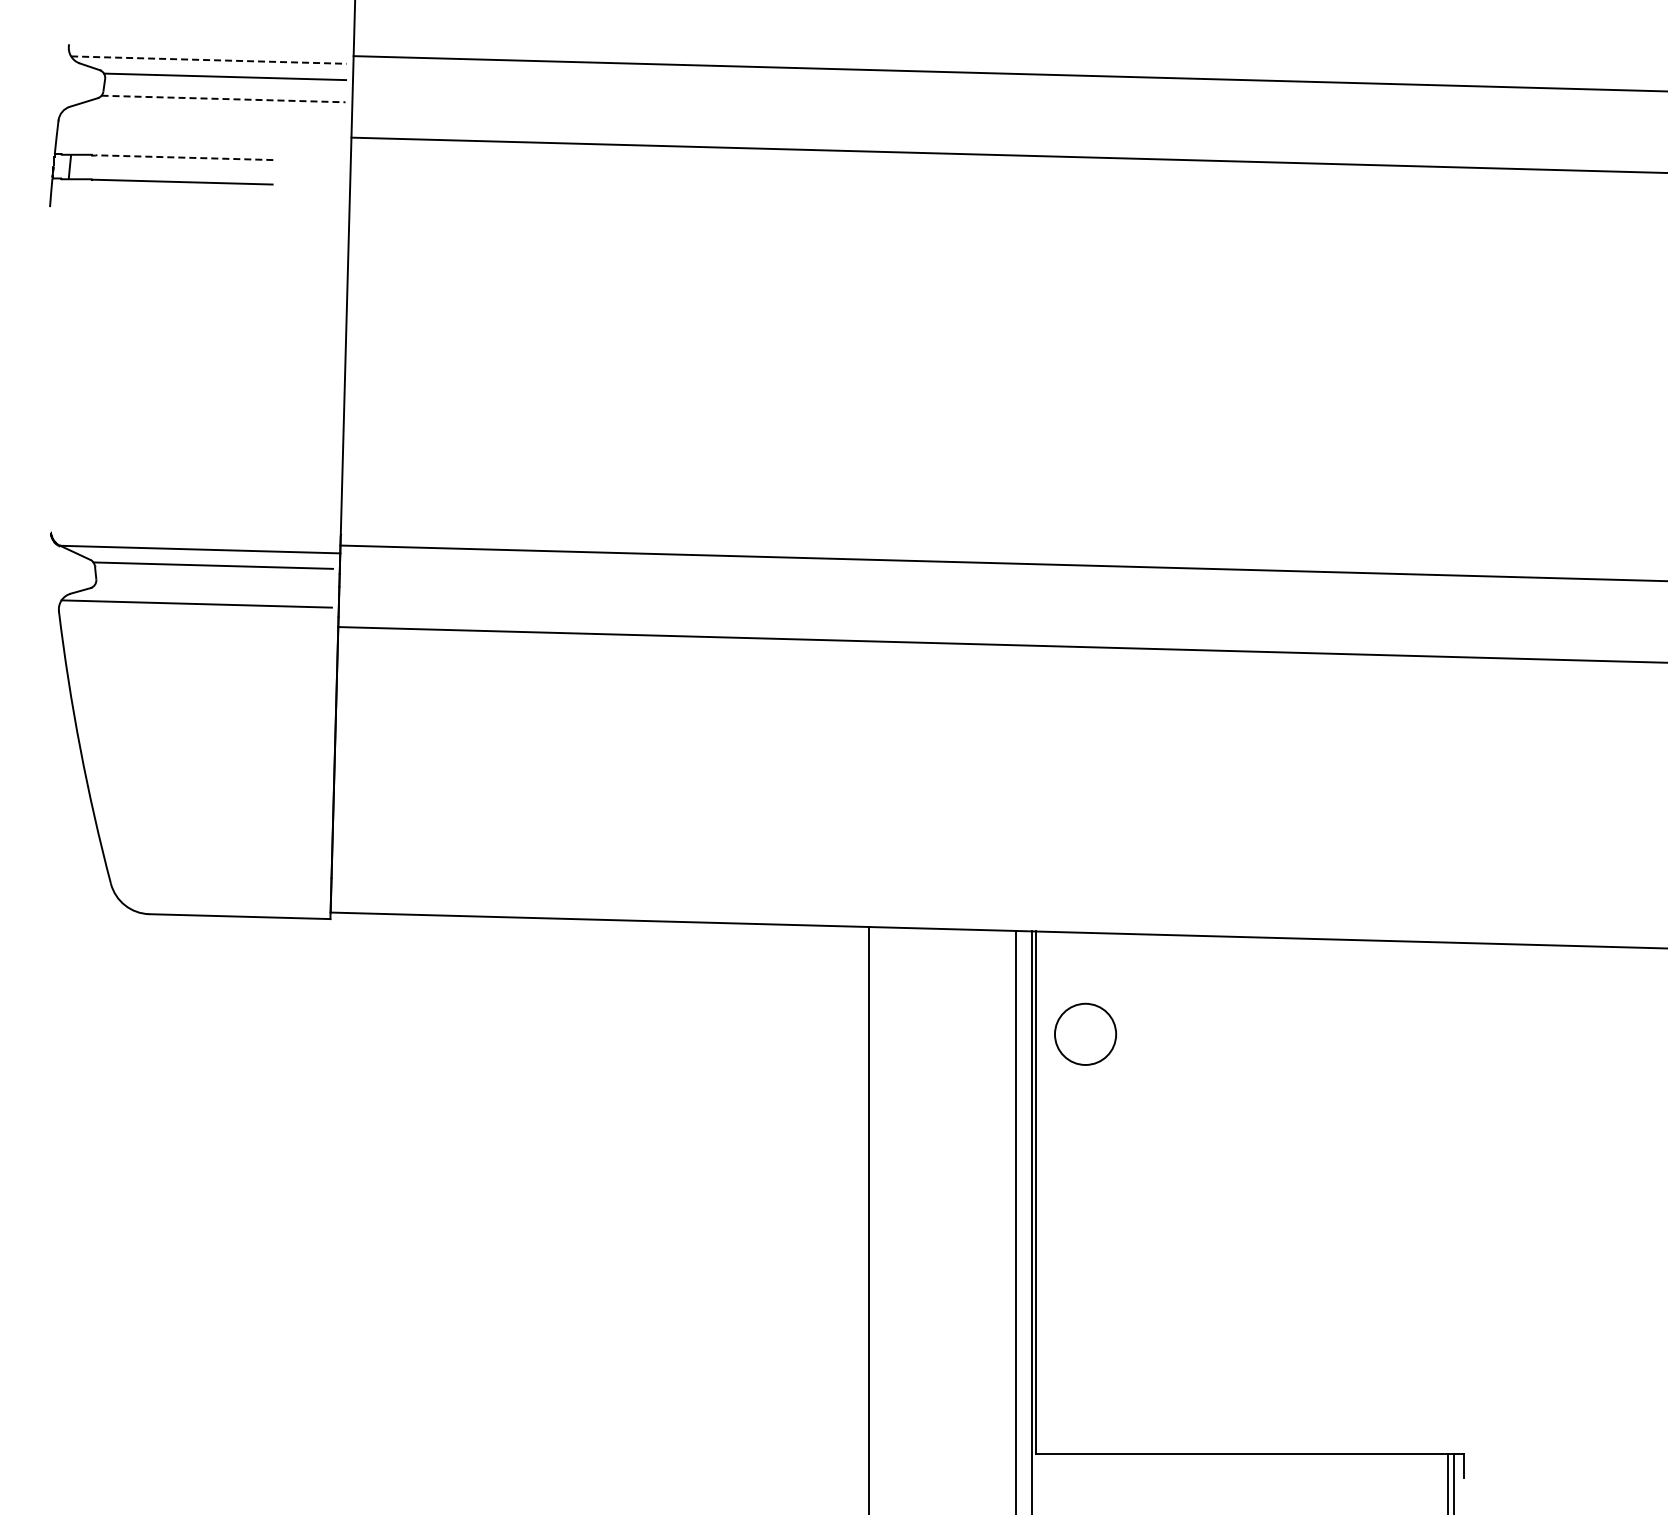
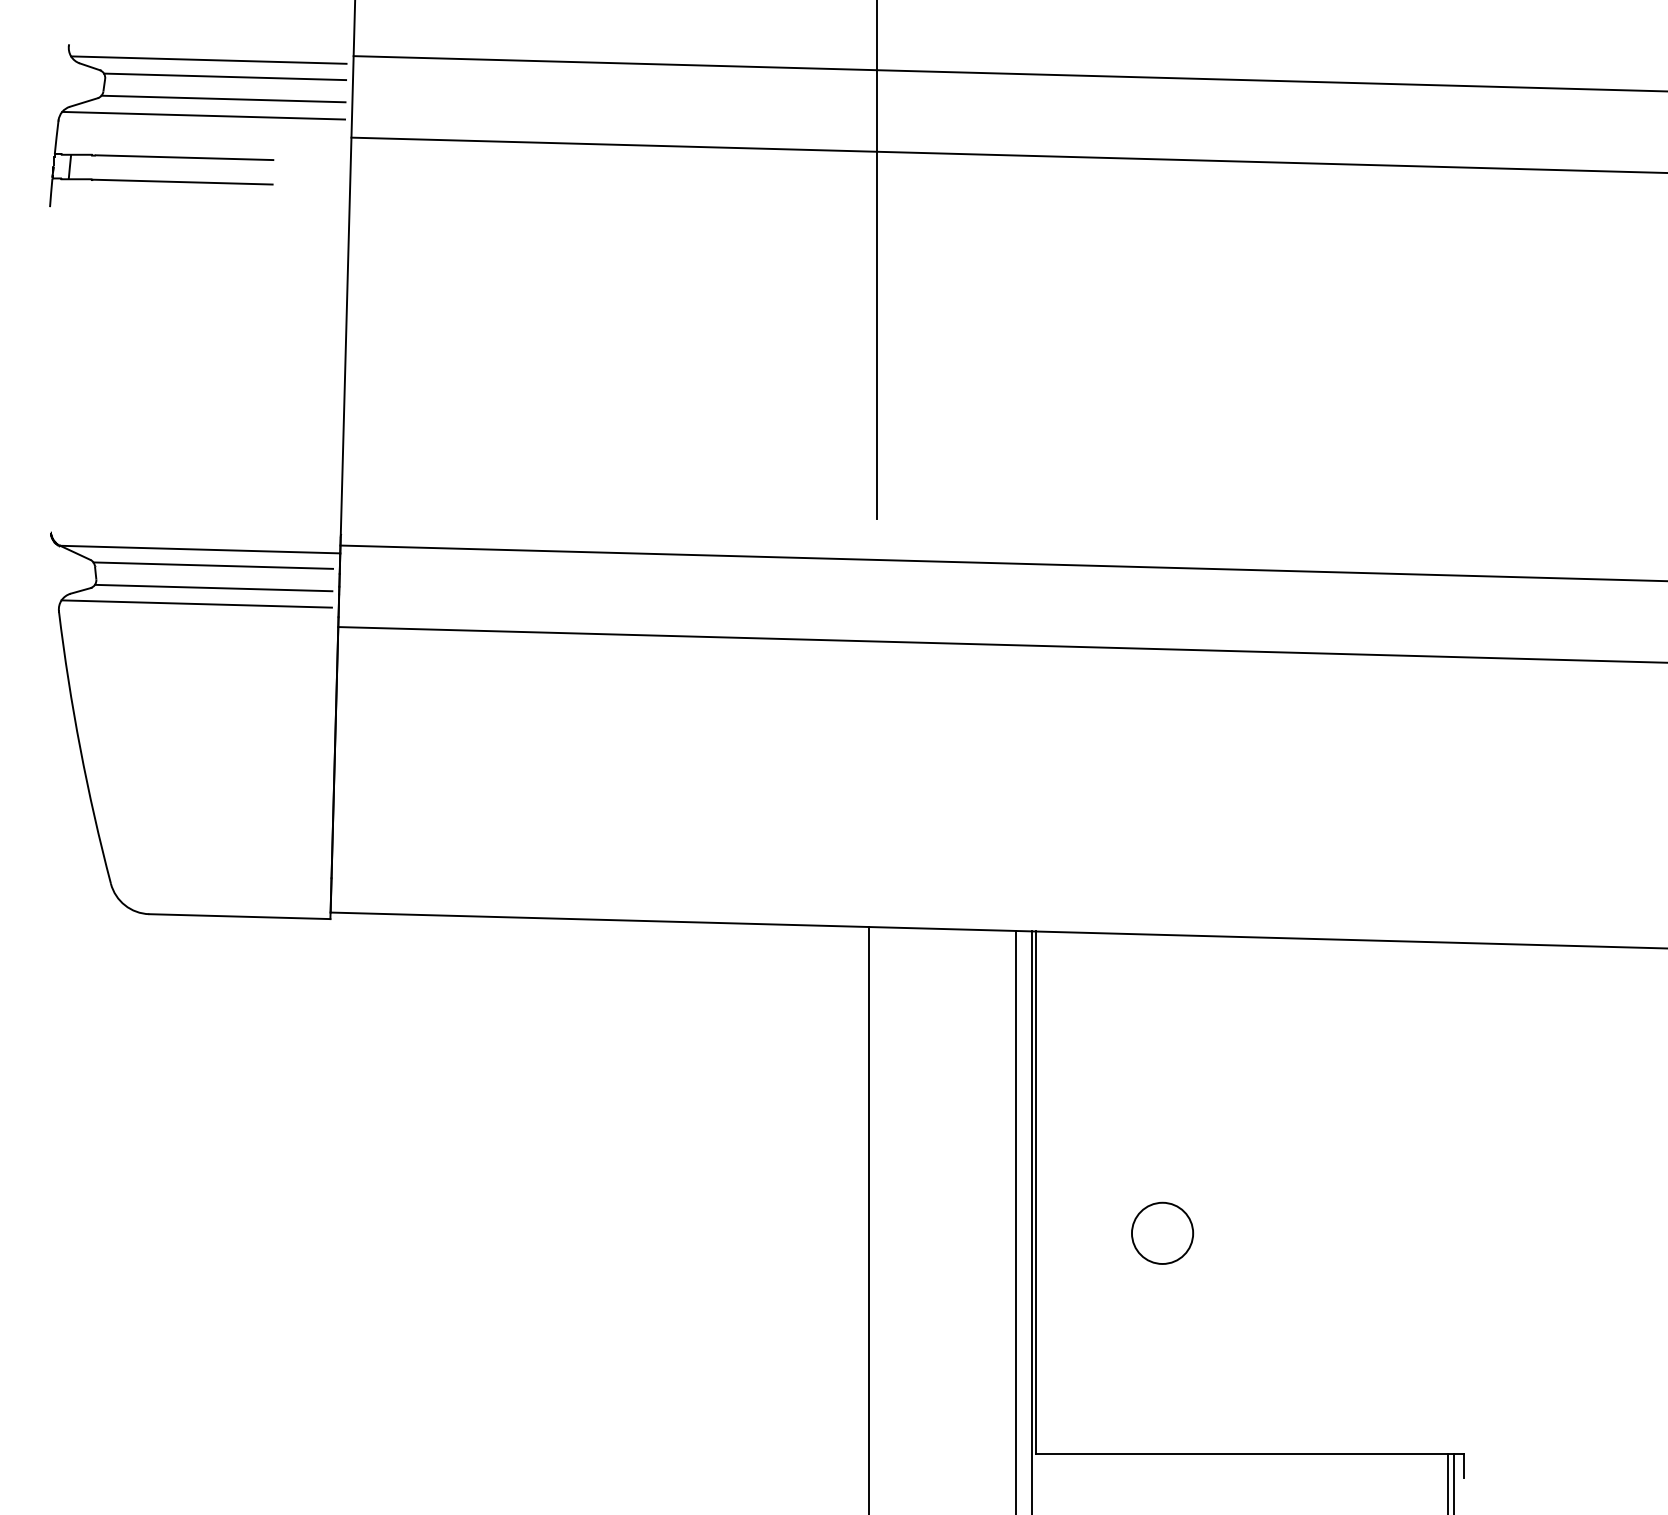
line at (208, 60): dashed -> solid
line at (224, 99): dashed -> solid
line at (203, 115): none -> present
line at (184, 157): dashed -> solid
line at (877, 260): none -> present
line at (213, 587): none -> present
circle at (1085, 1033) position: (1085, 1033) -> (1162, 1232)
